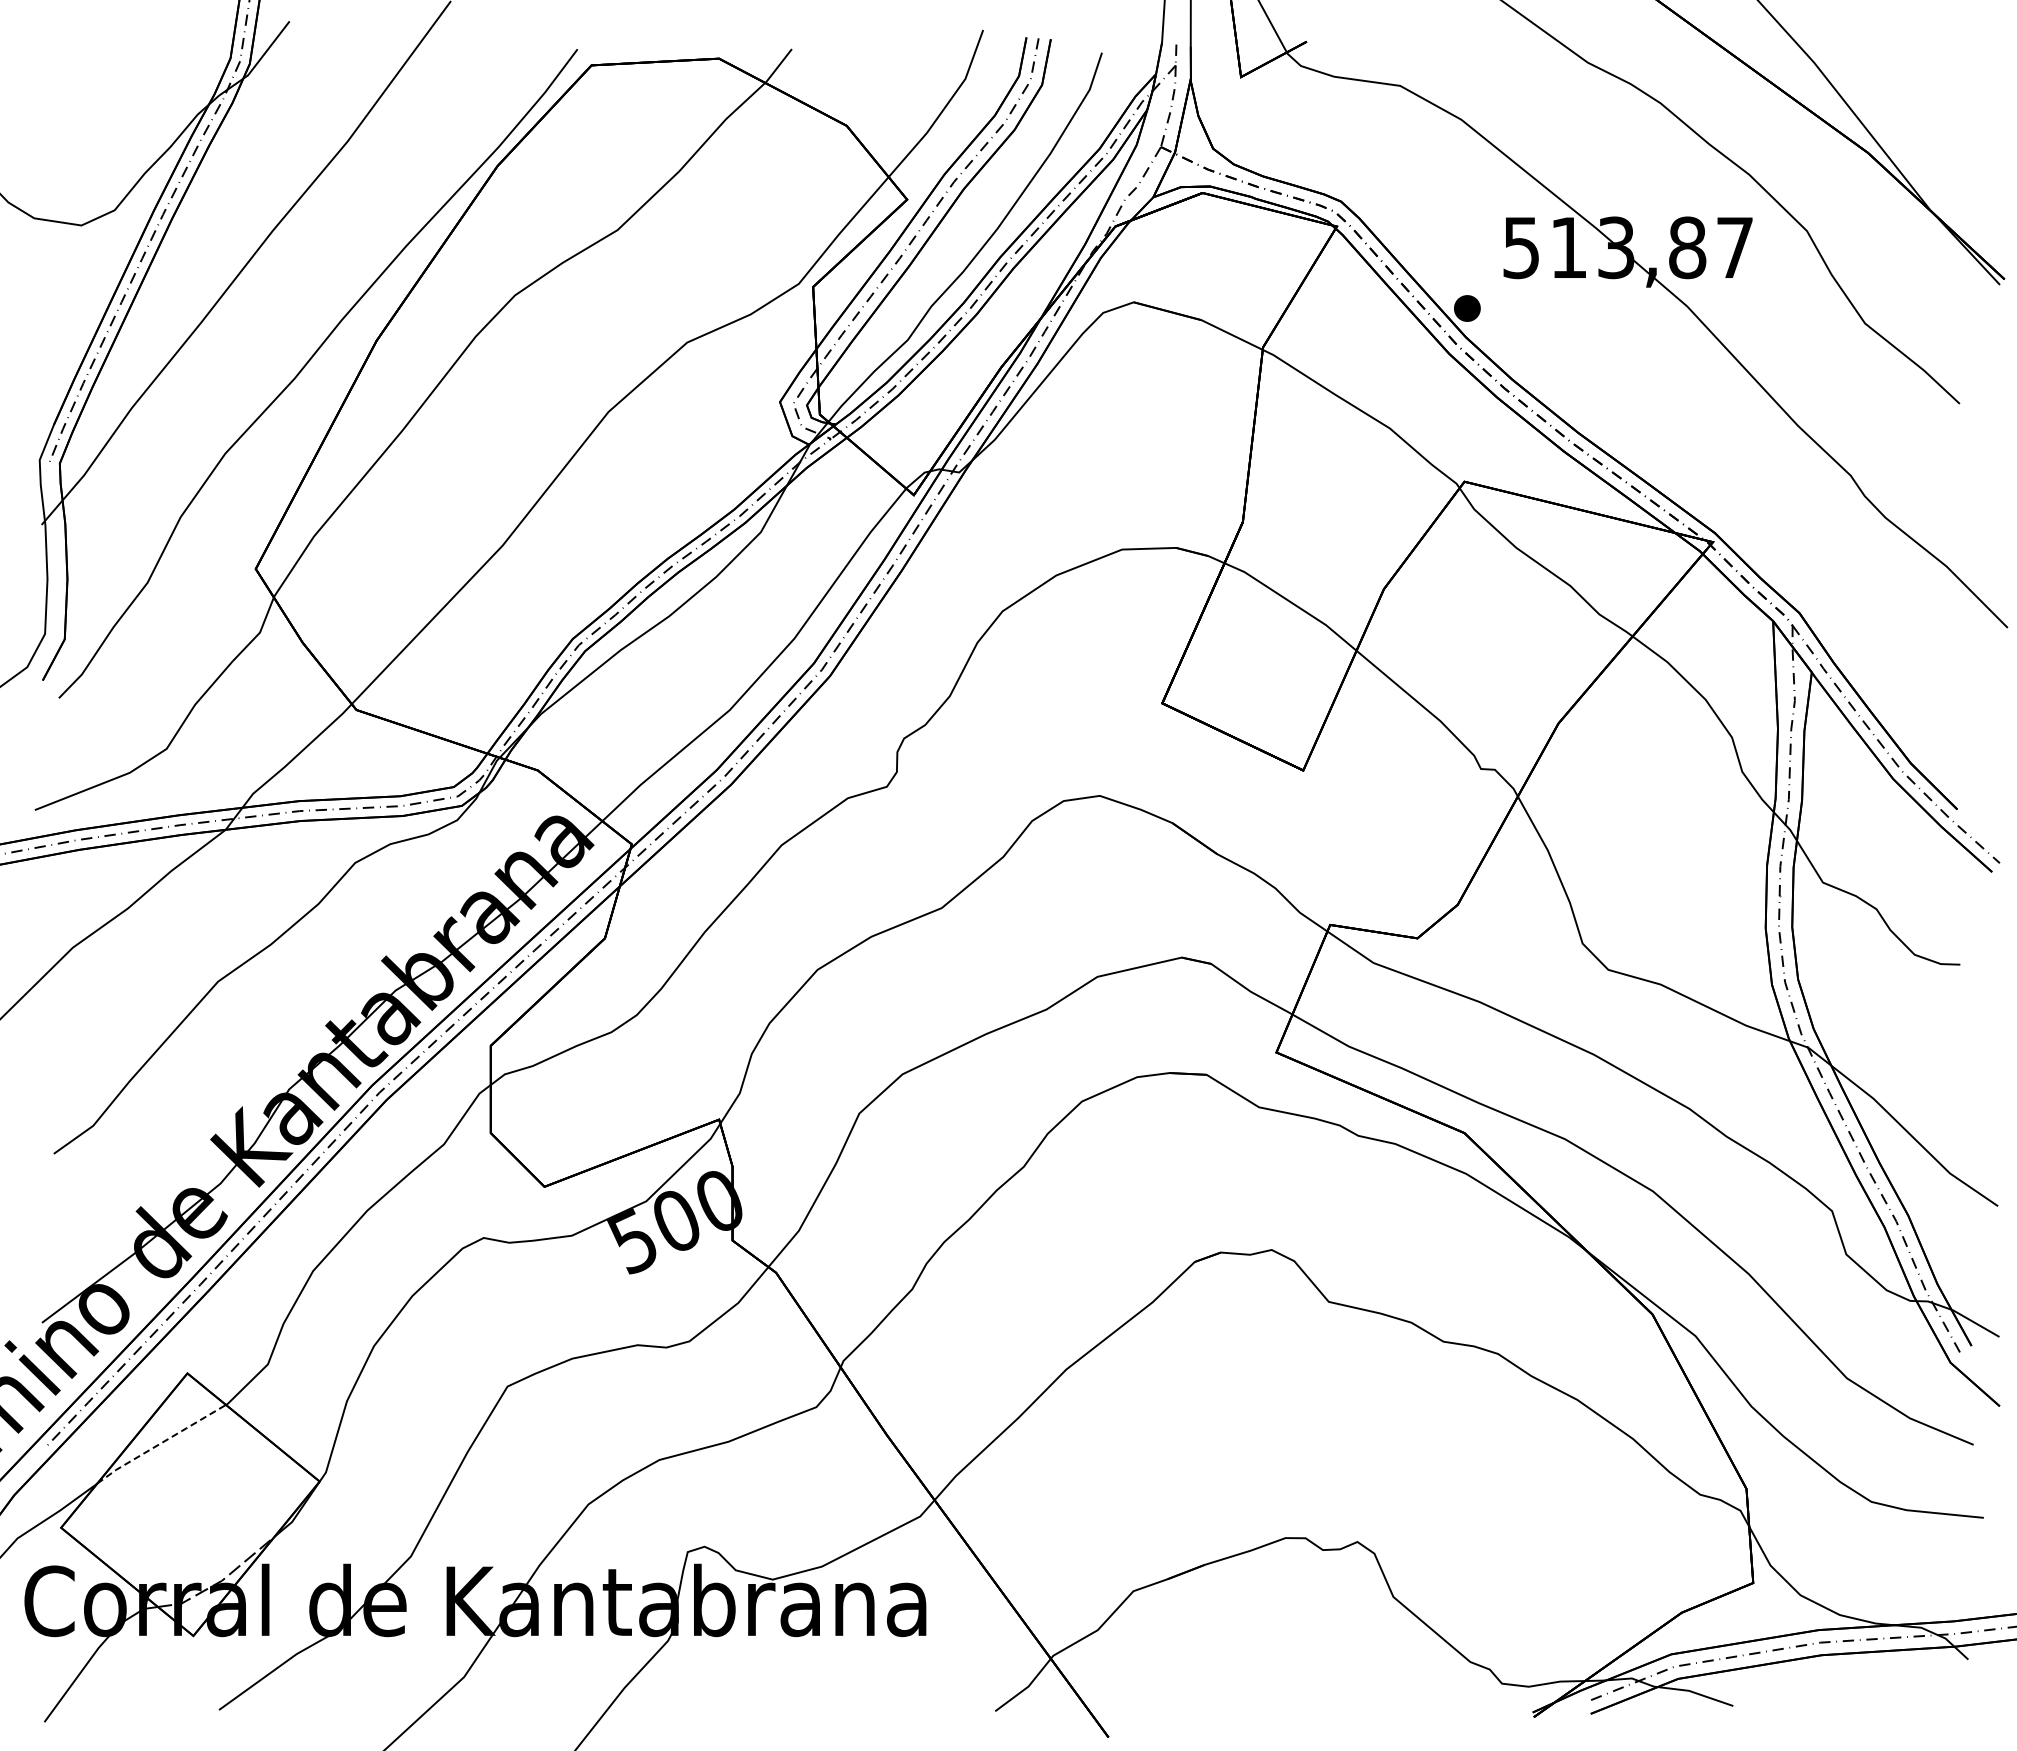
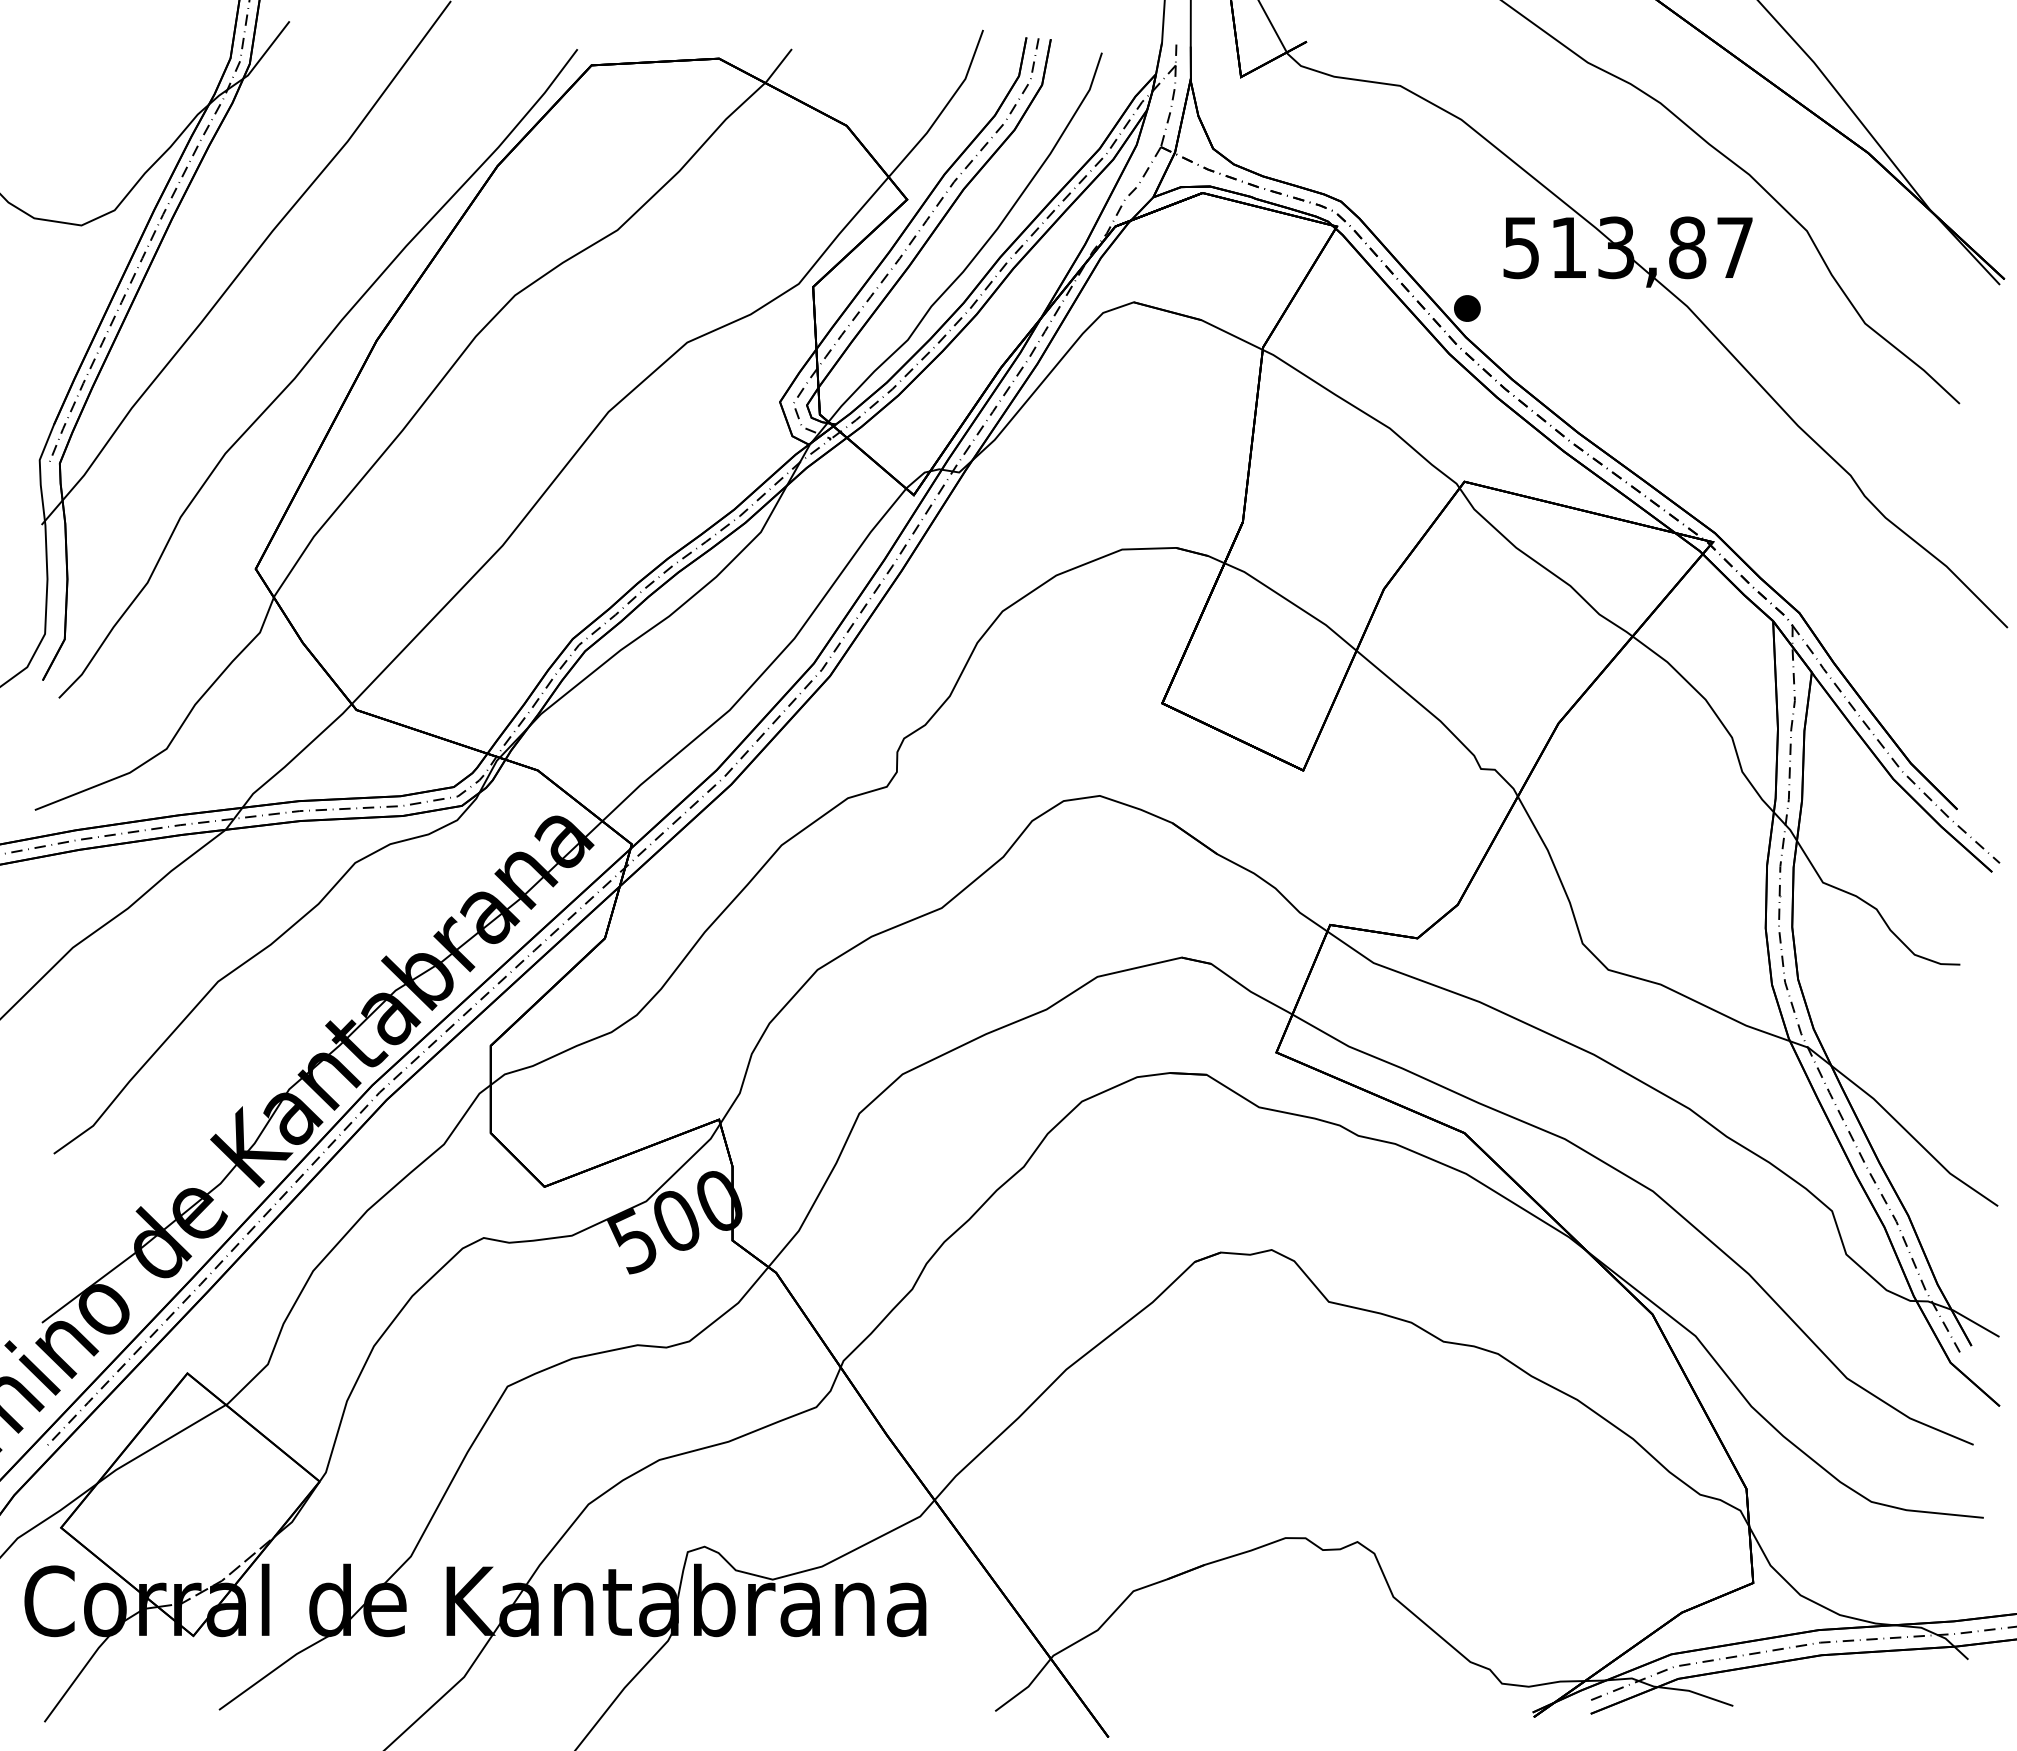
line at (160, 1443): dashed -> solid
